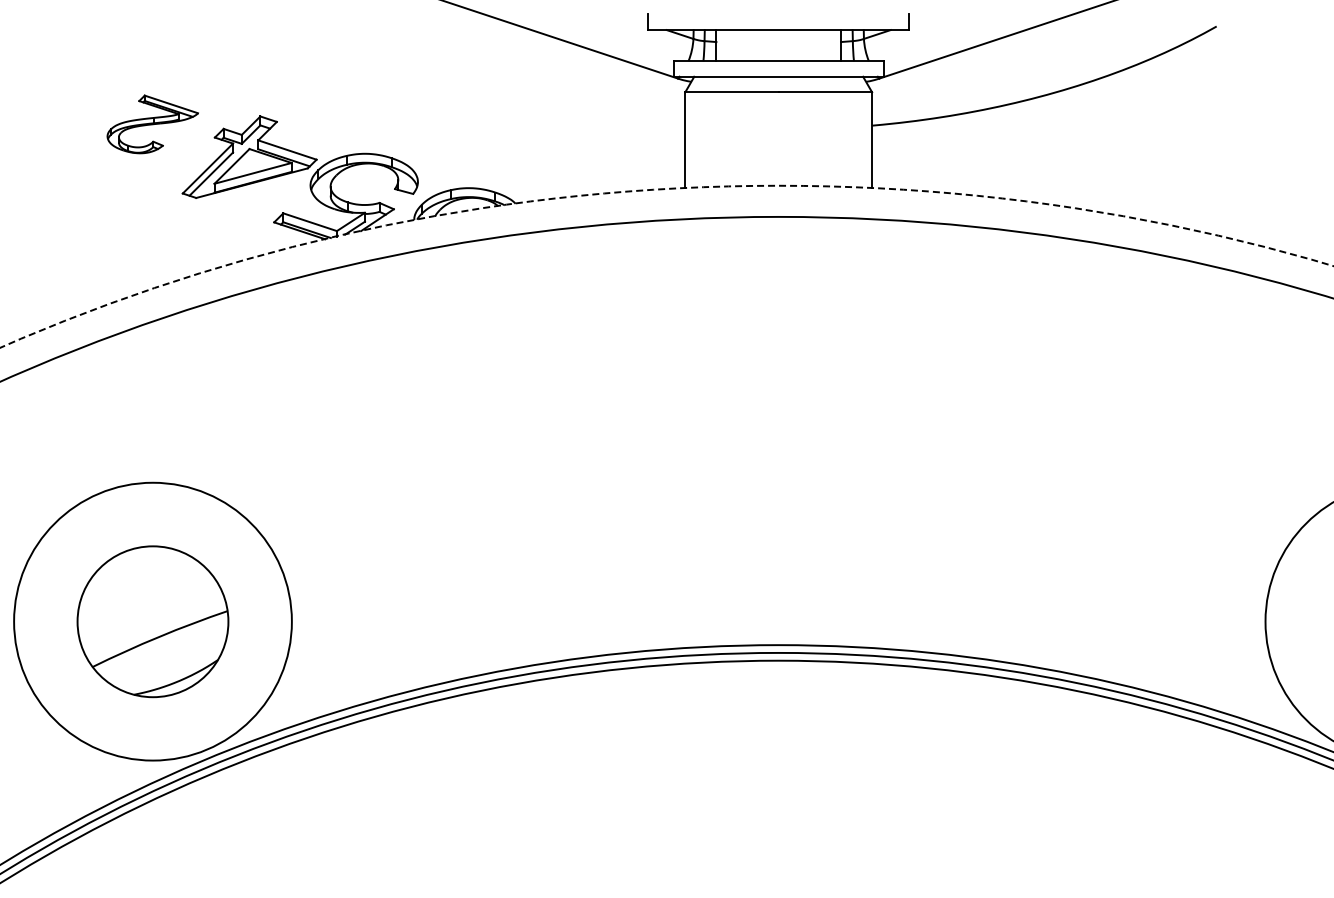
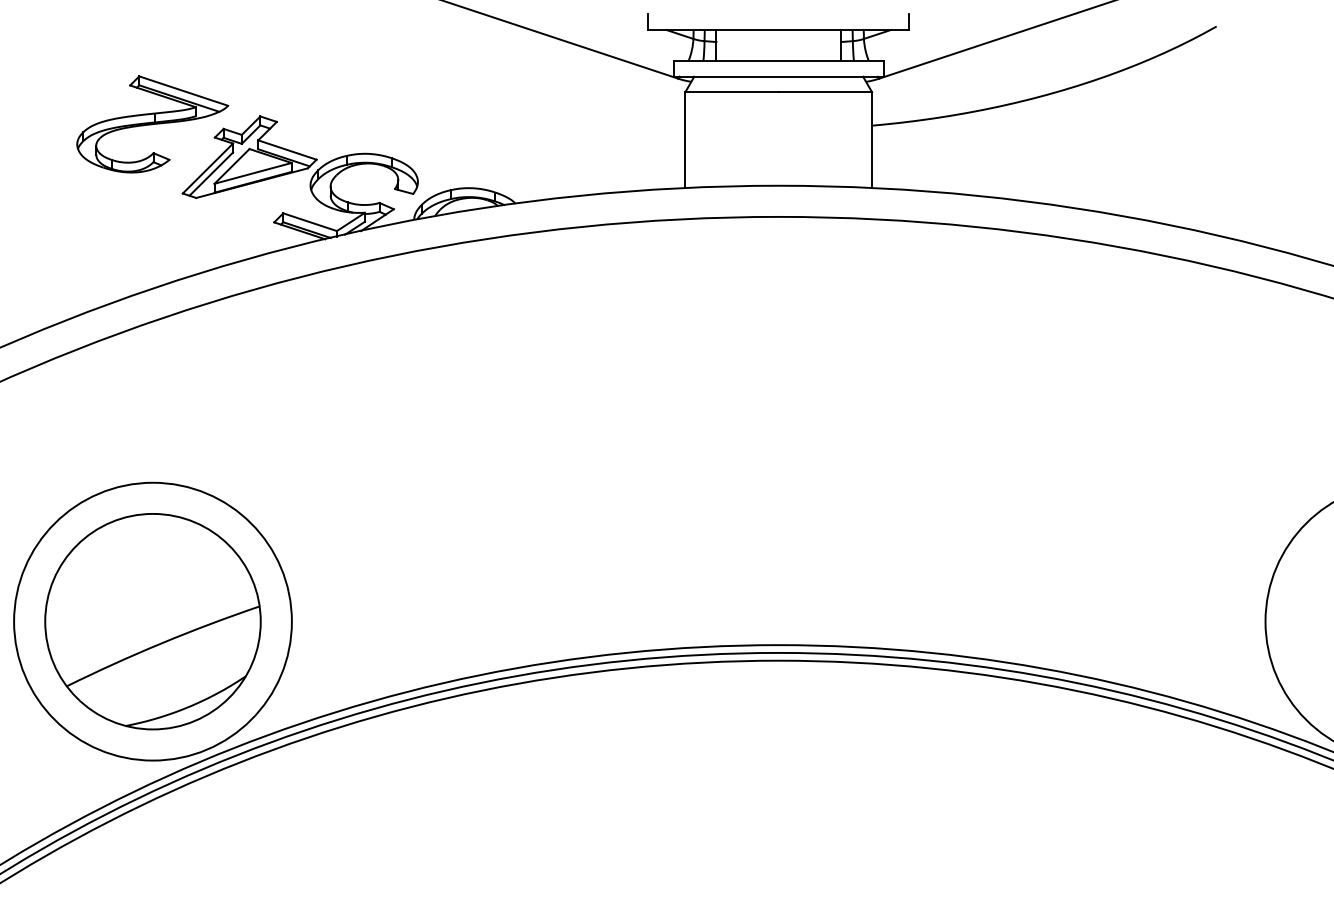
part at (152, 124) size: 93x61 px -> 154x99 px
circle at (666, 266): dashed -> solid
part at (152, 621) size: 154x154 px -> 218x218 px
